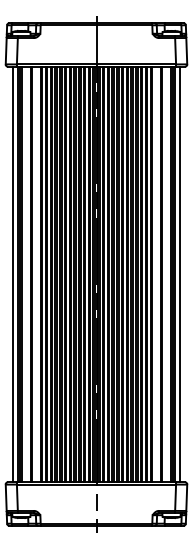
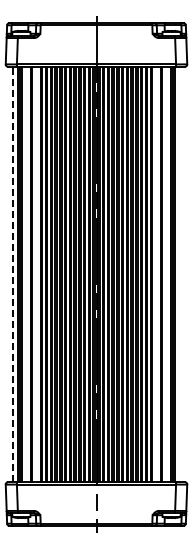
line at (12, 274): solid -> dashed
line at (180, 274): present -> none
